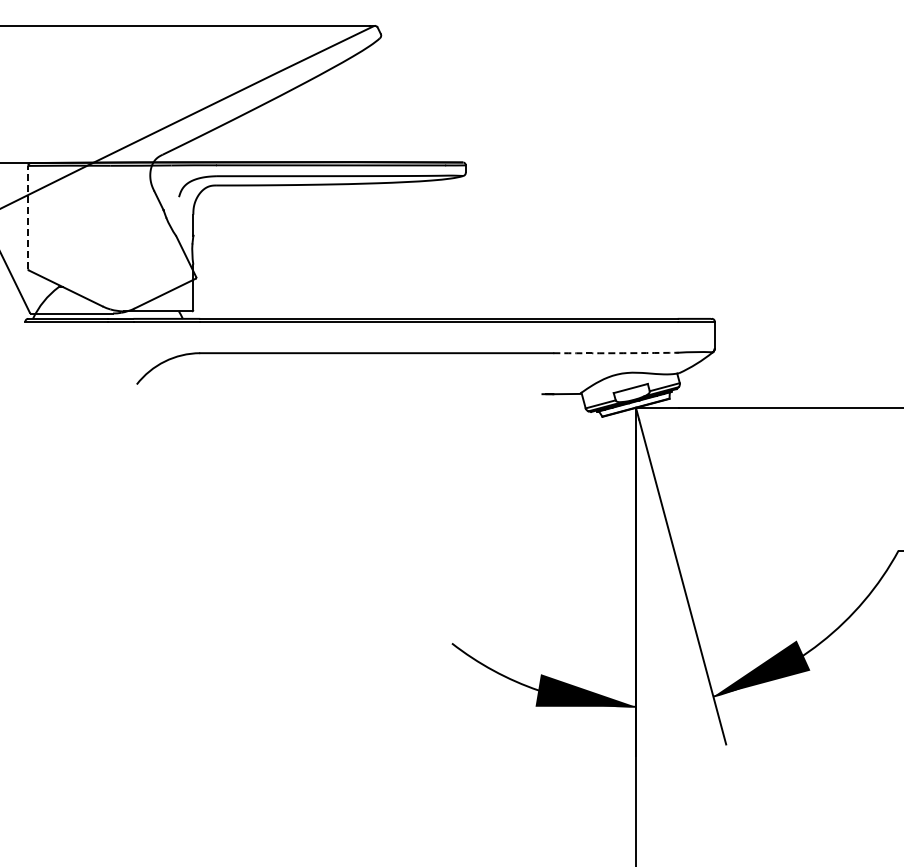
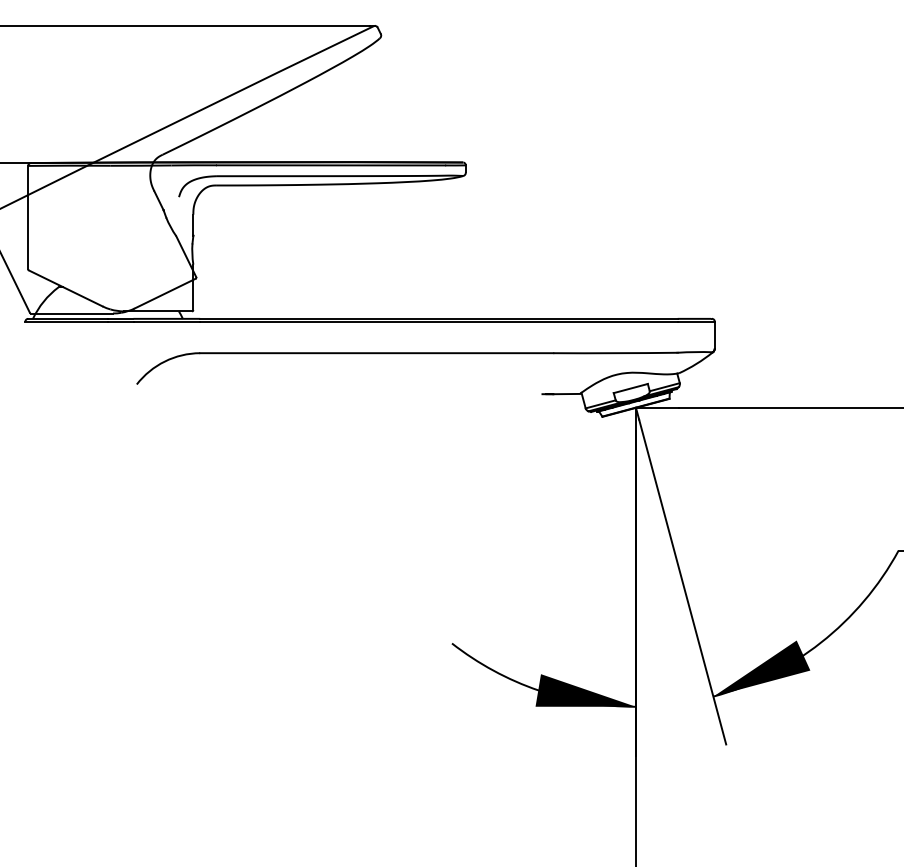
line at (28, 217): dashed -> solid
arc at (615, 353): dashed -> solid
